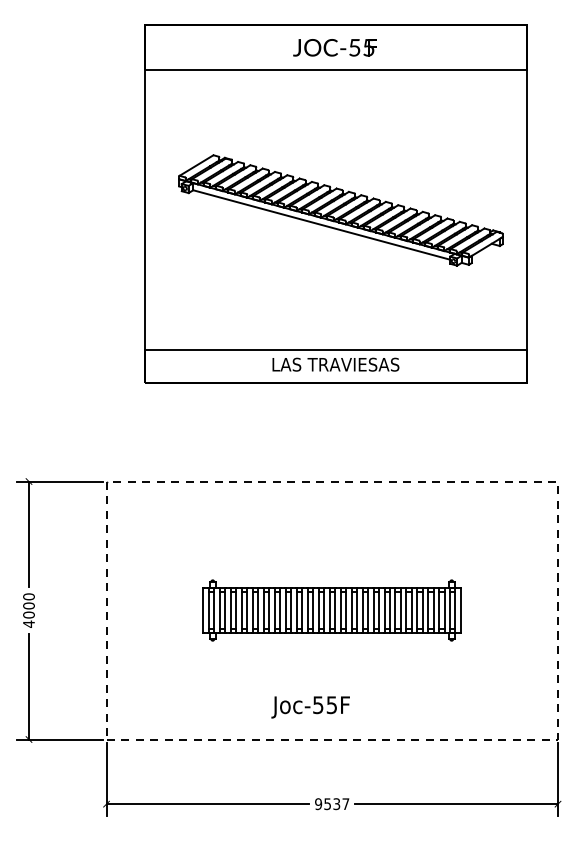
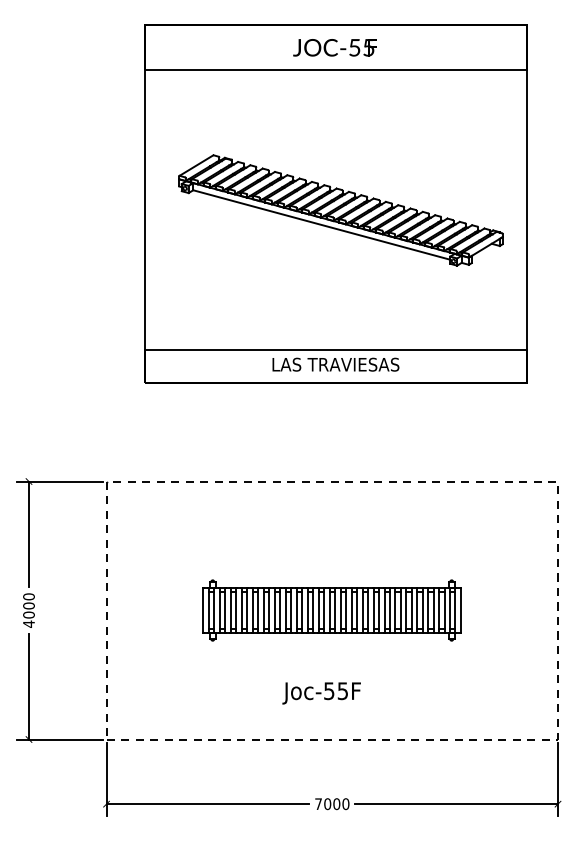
text at (310, 707) position: (310, 707) -> (321, 693)
text at (332, 804): 9537 -> 7000
